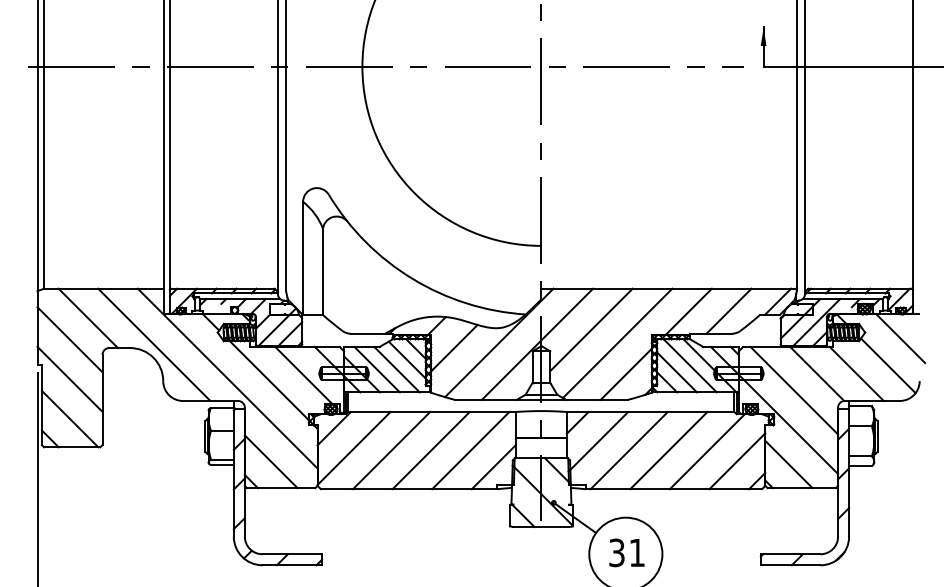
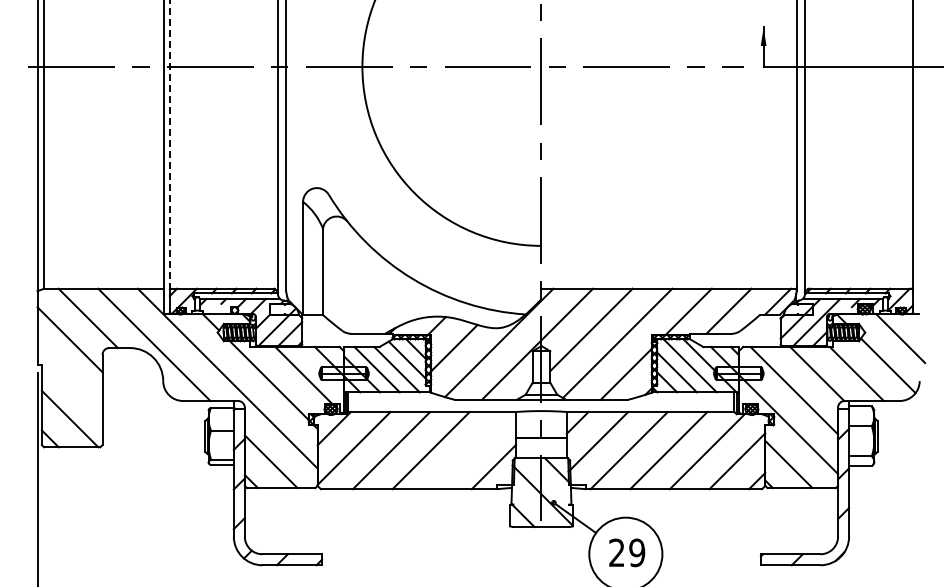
line at (169, 144): solid -> dashed
line at (69, 378): present -> none
line at (470, 450): present -> none
text at (627, 552): 31 -> 29
